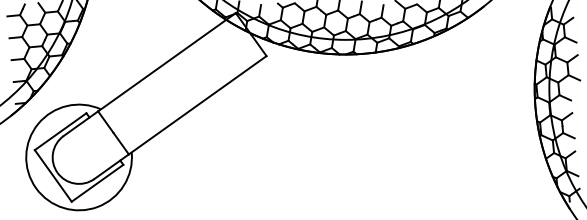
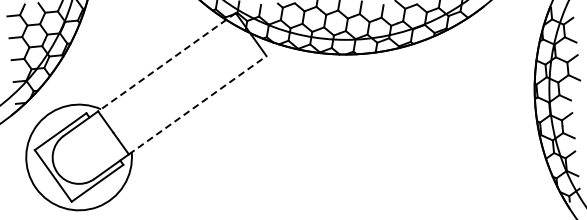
line at (166, 62): solid -> dashed
line at (197, 105): solid -> dashed
